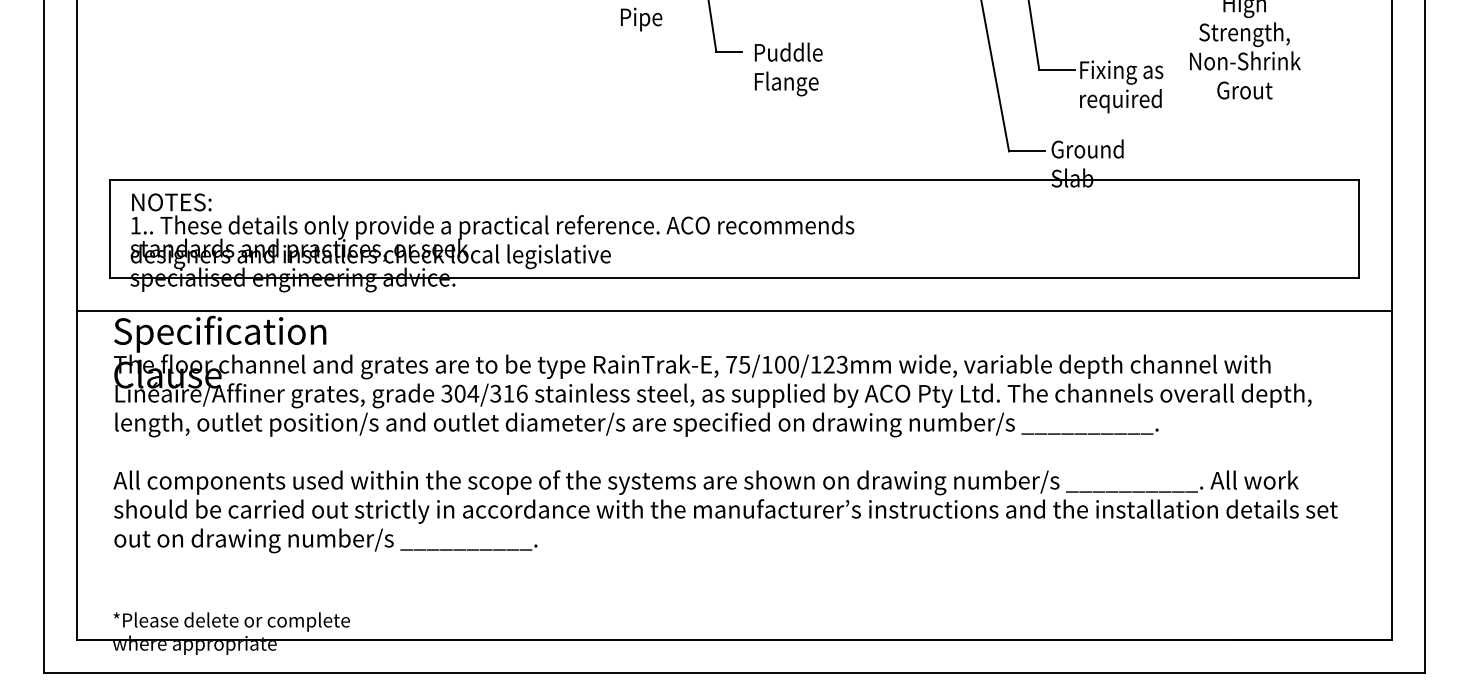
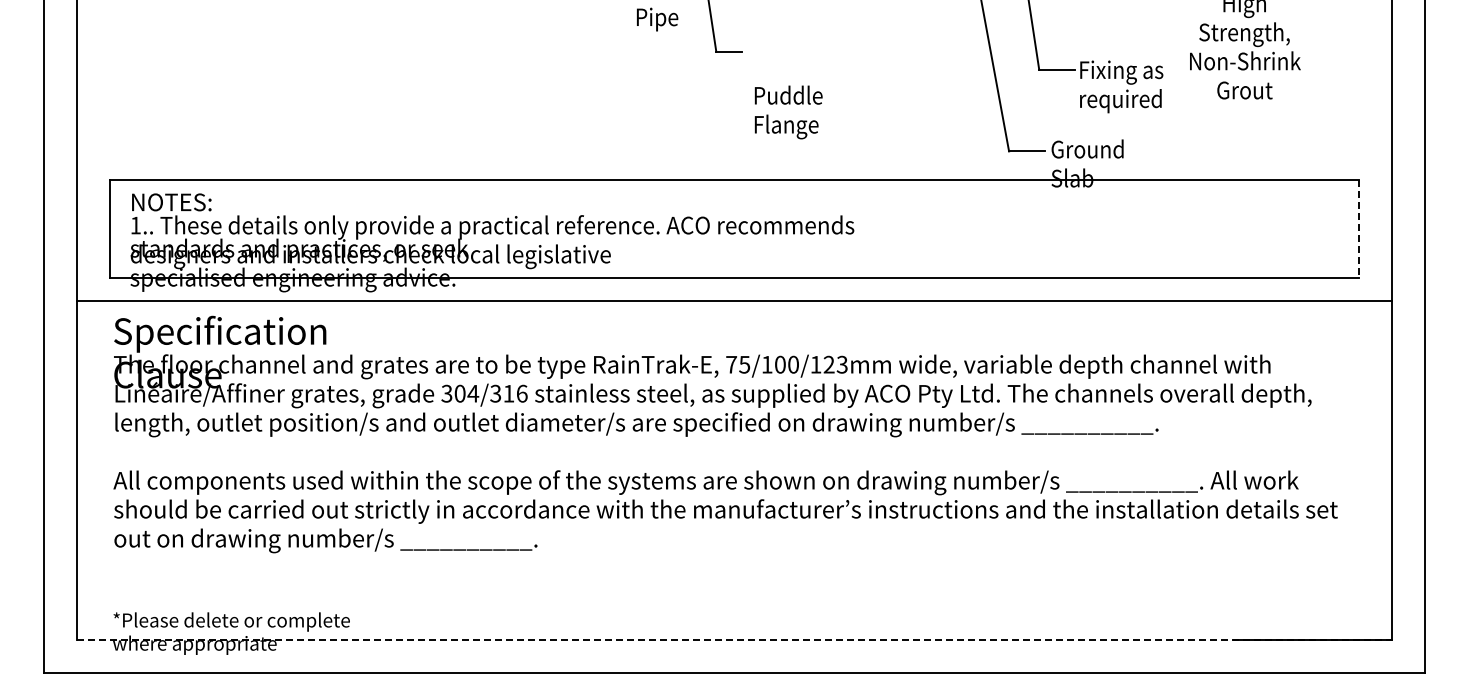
text at (641, 19) position: (641, 19) -> (657, 19)
text at (788, 69) position: (788, 69) -> (788, 112)
line at (1359, 229): solid -> dashed
line at (734, 311) position: (734, 311) -> (734, 301)
line at (734, 640): solid -> dashed
